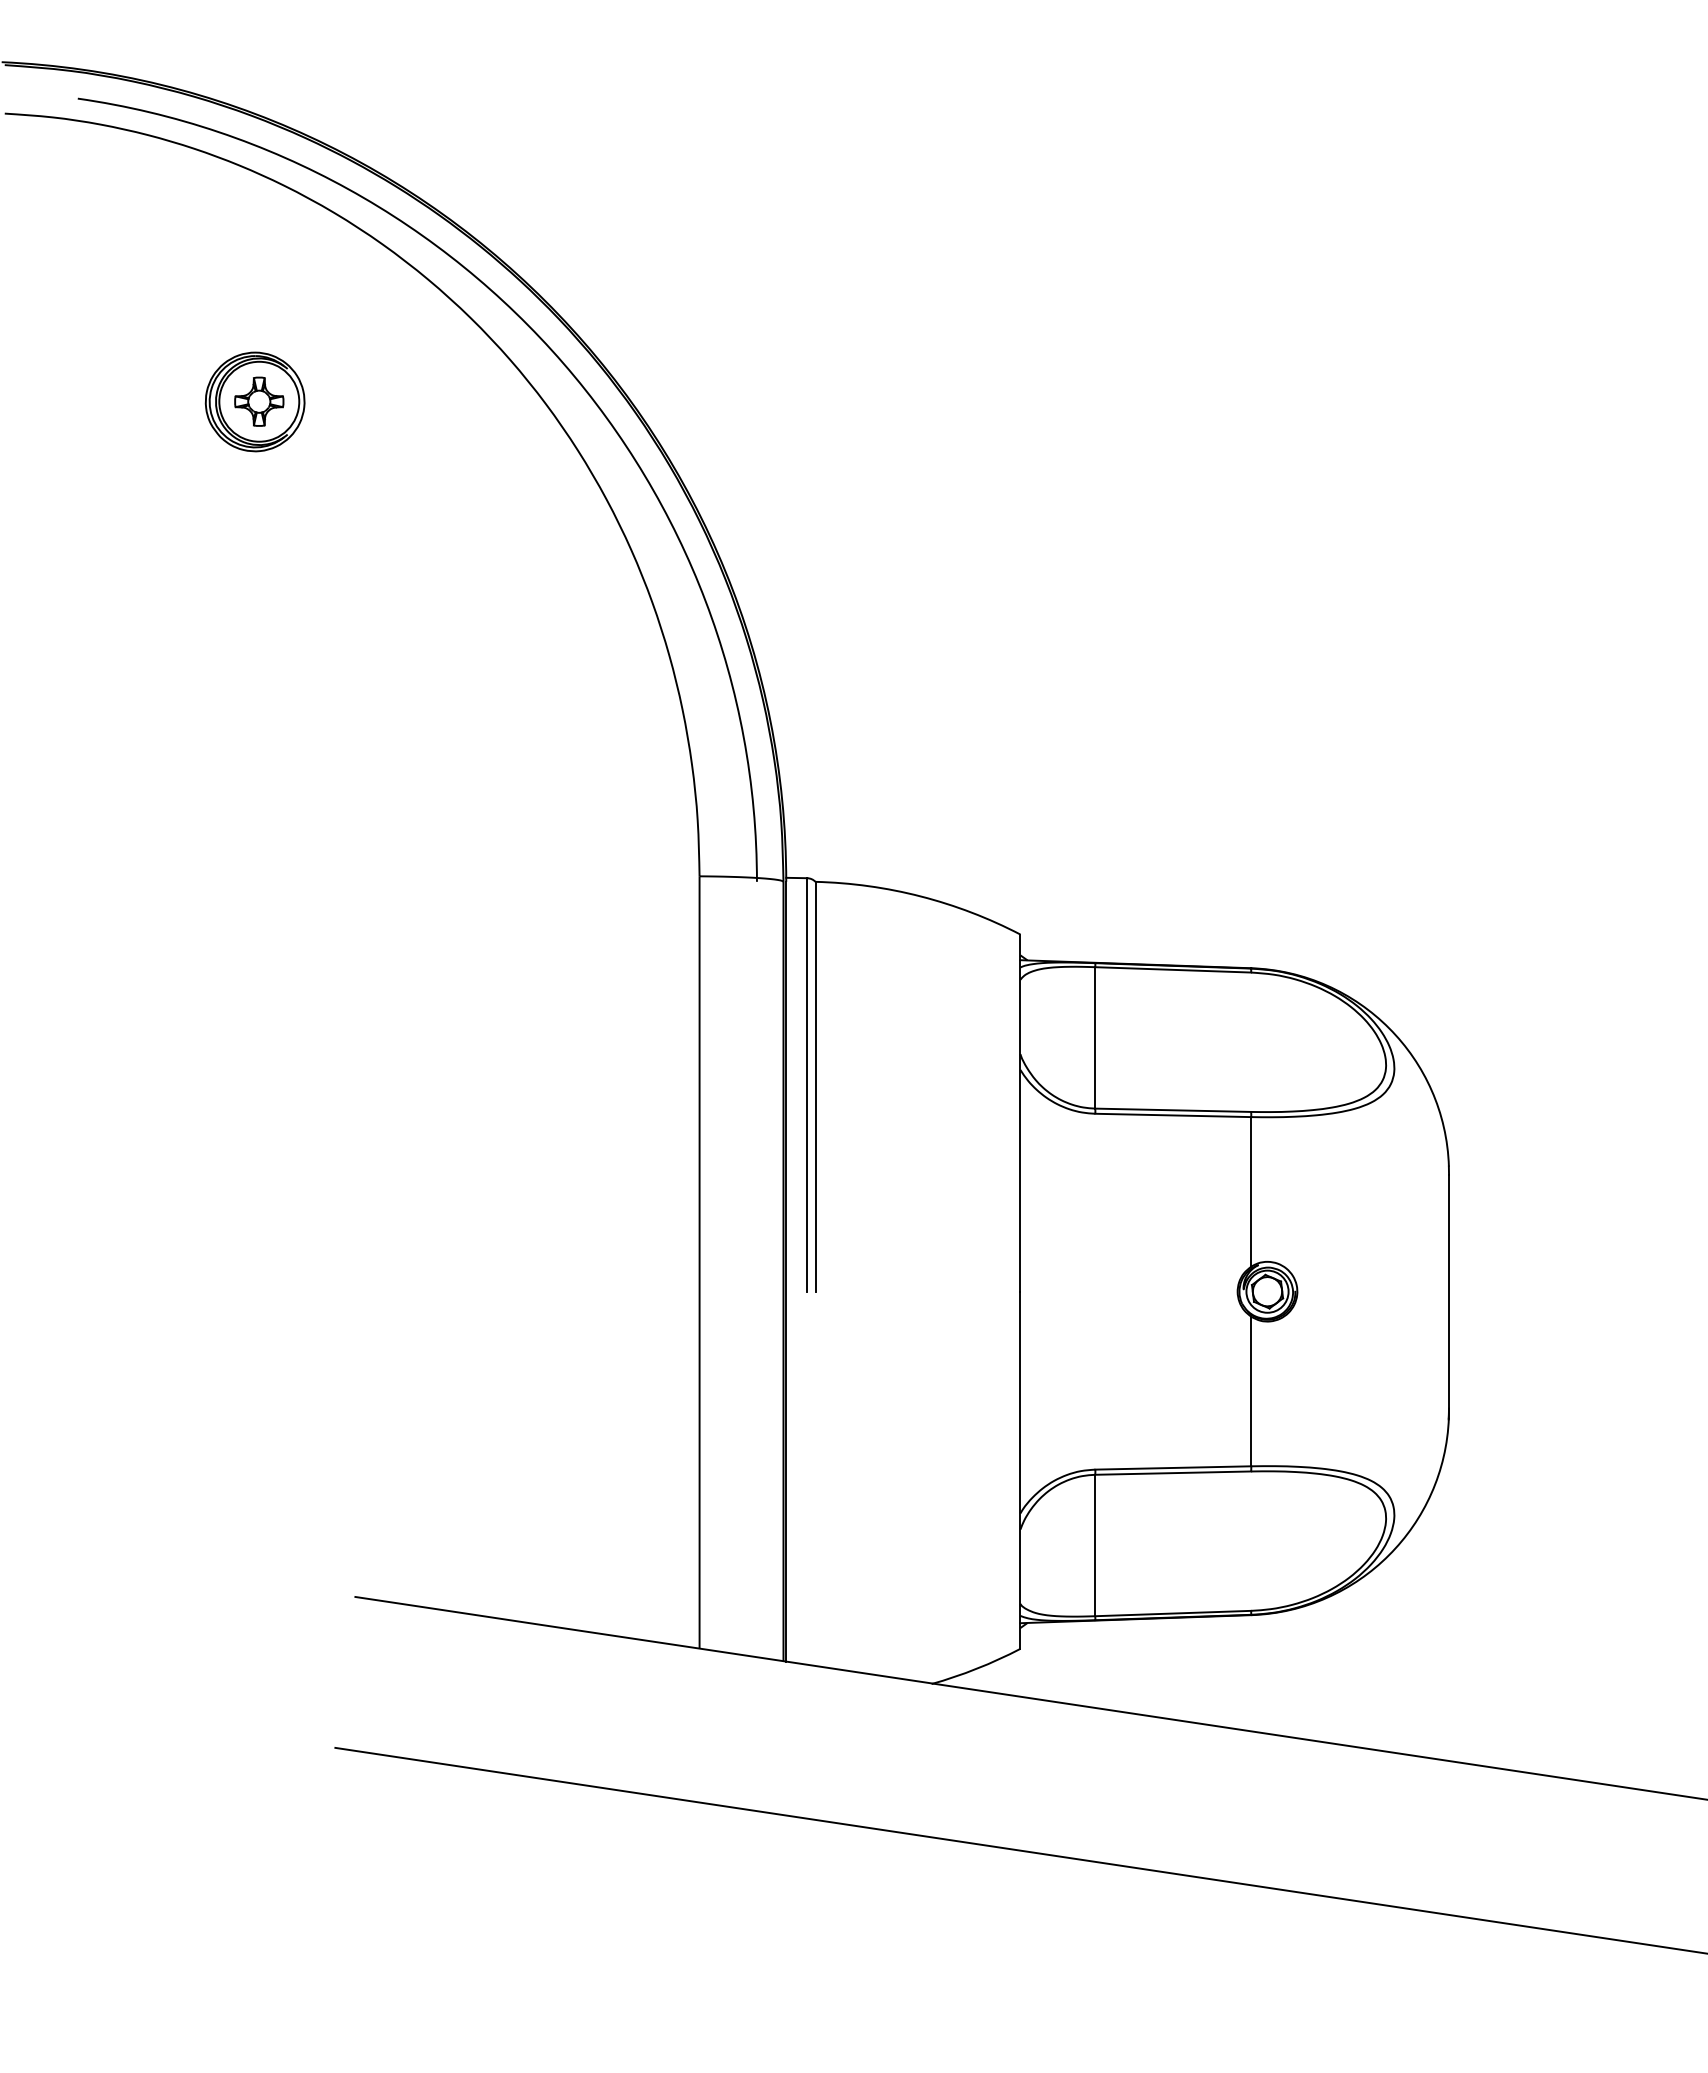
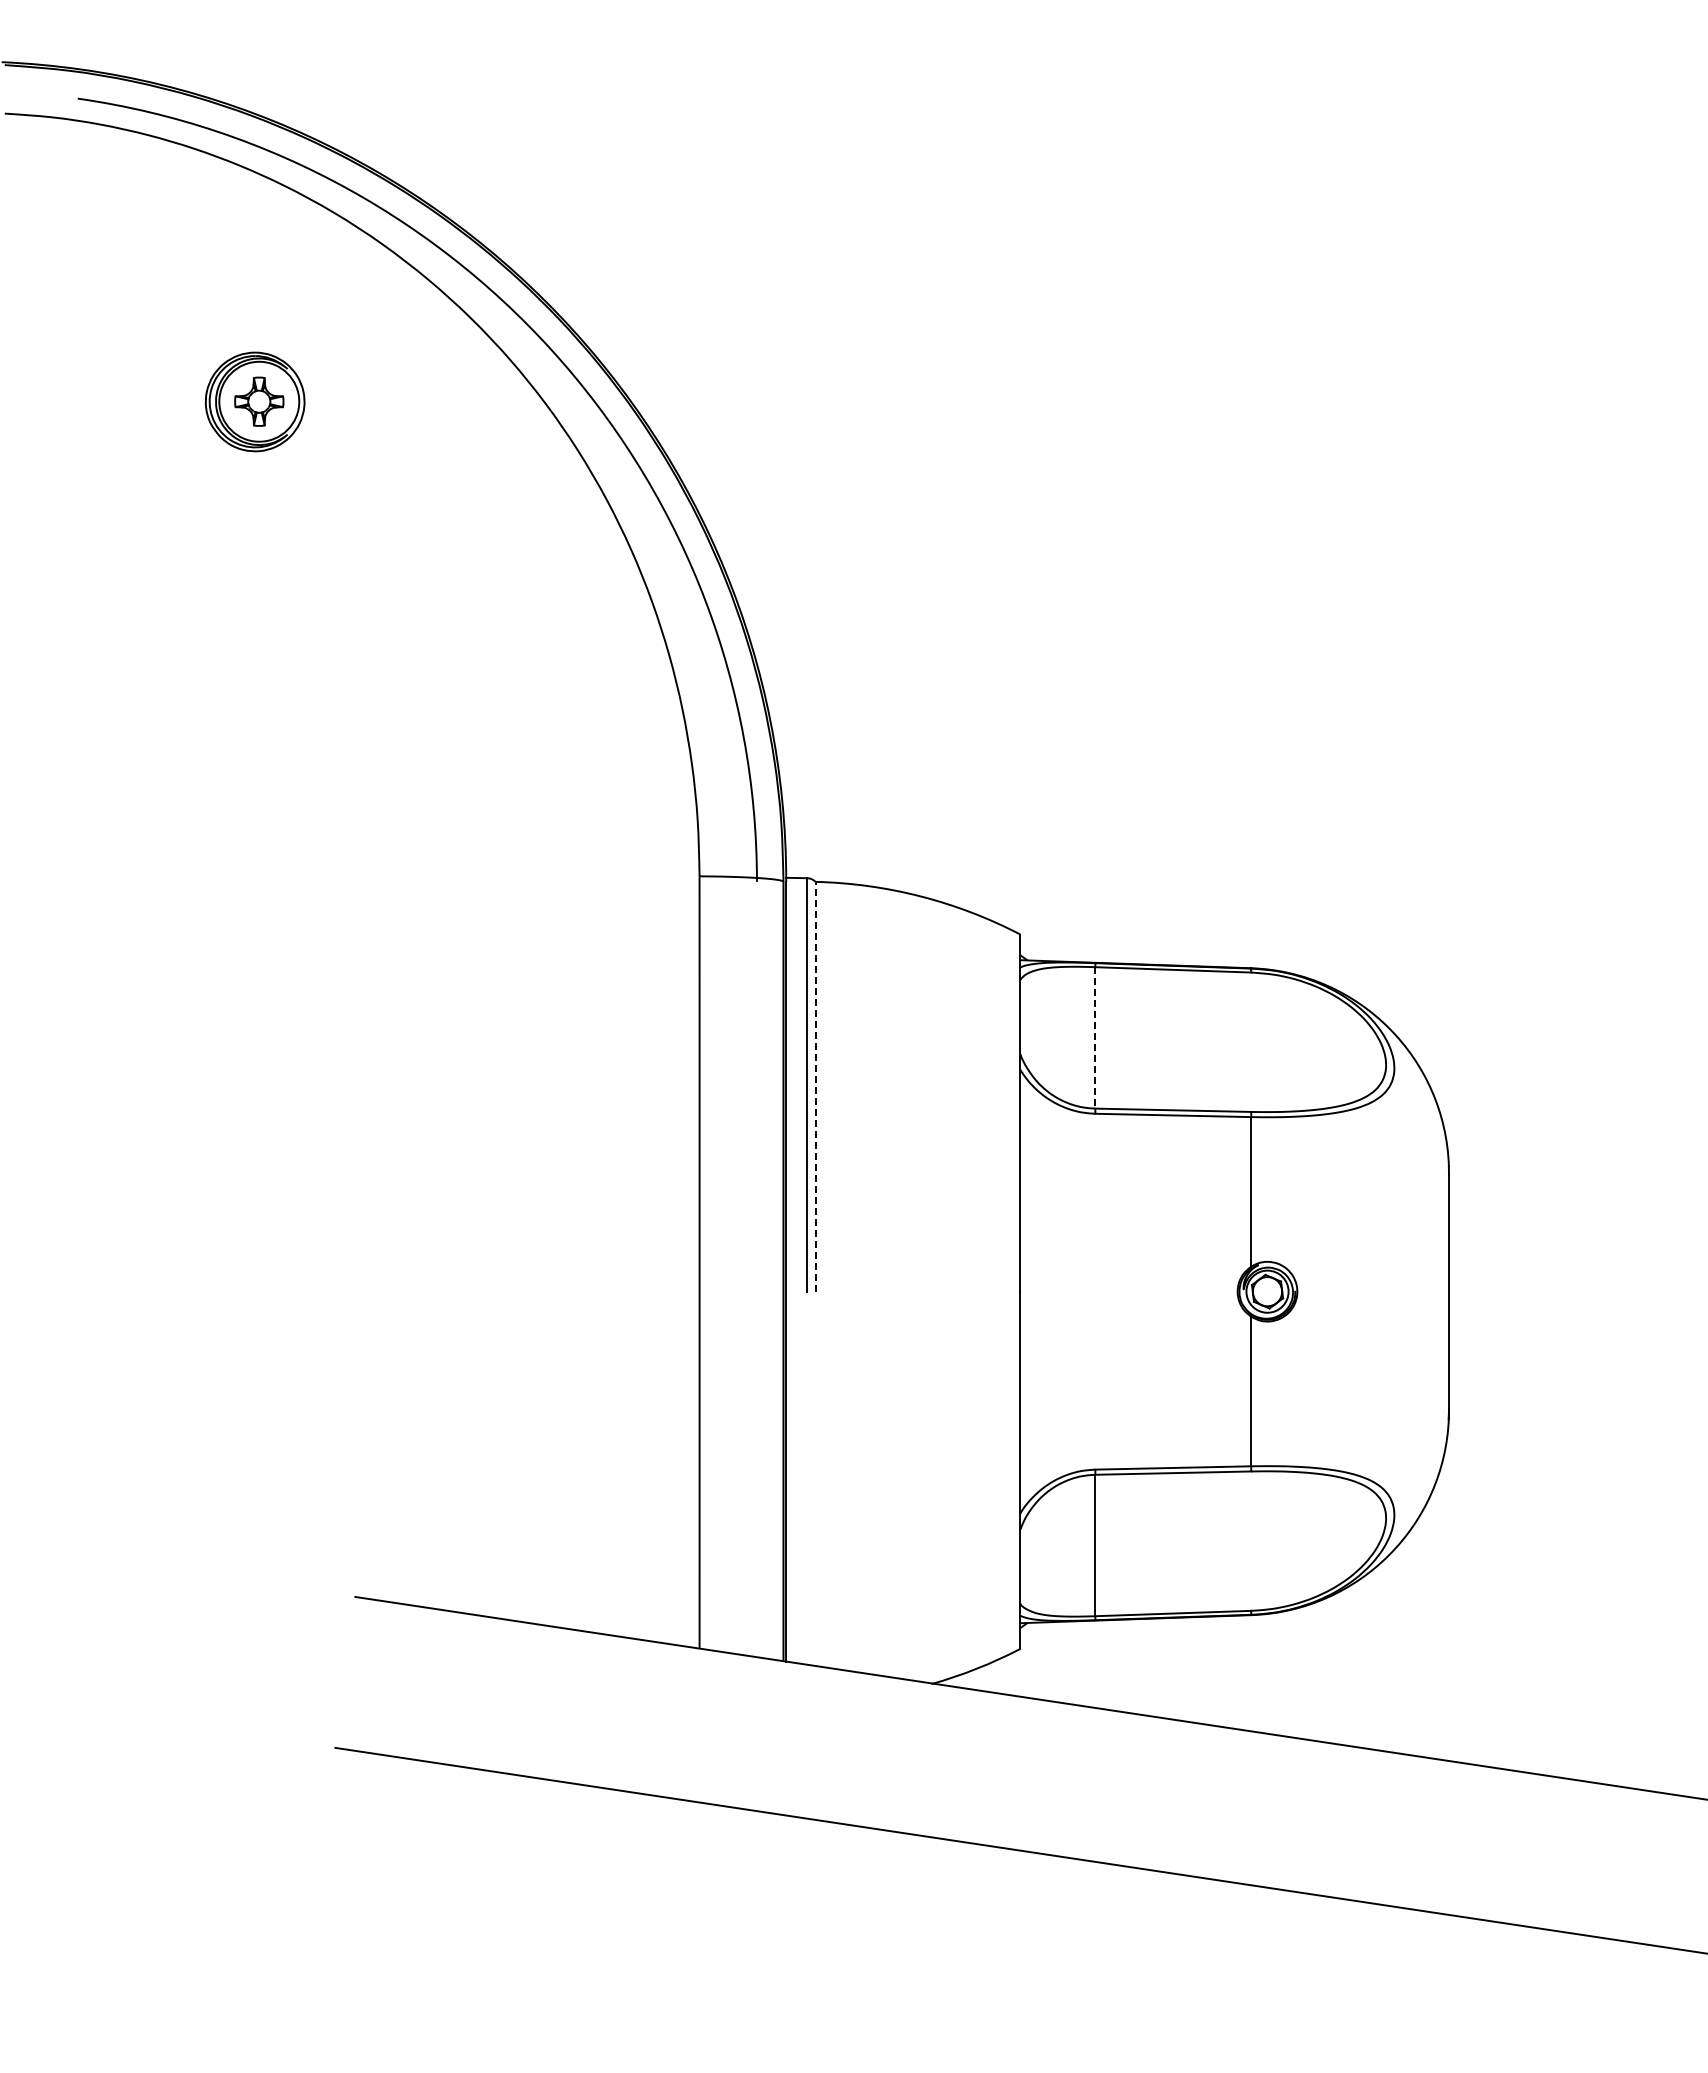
line at (1095, 1037): solid -> dashed
line at (815, 1086): solid -> dashed
